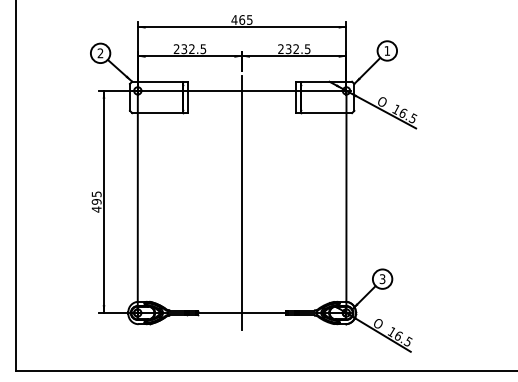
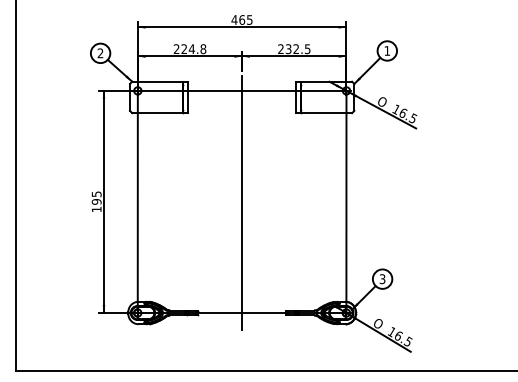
text at (193, 49): 232.5 -> 224.8
text at (96, 209): 495 -> 195
